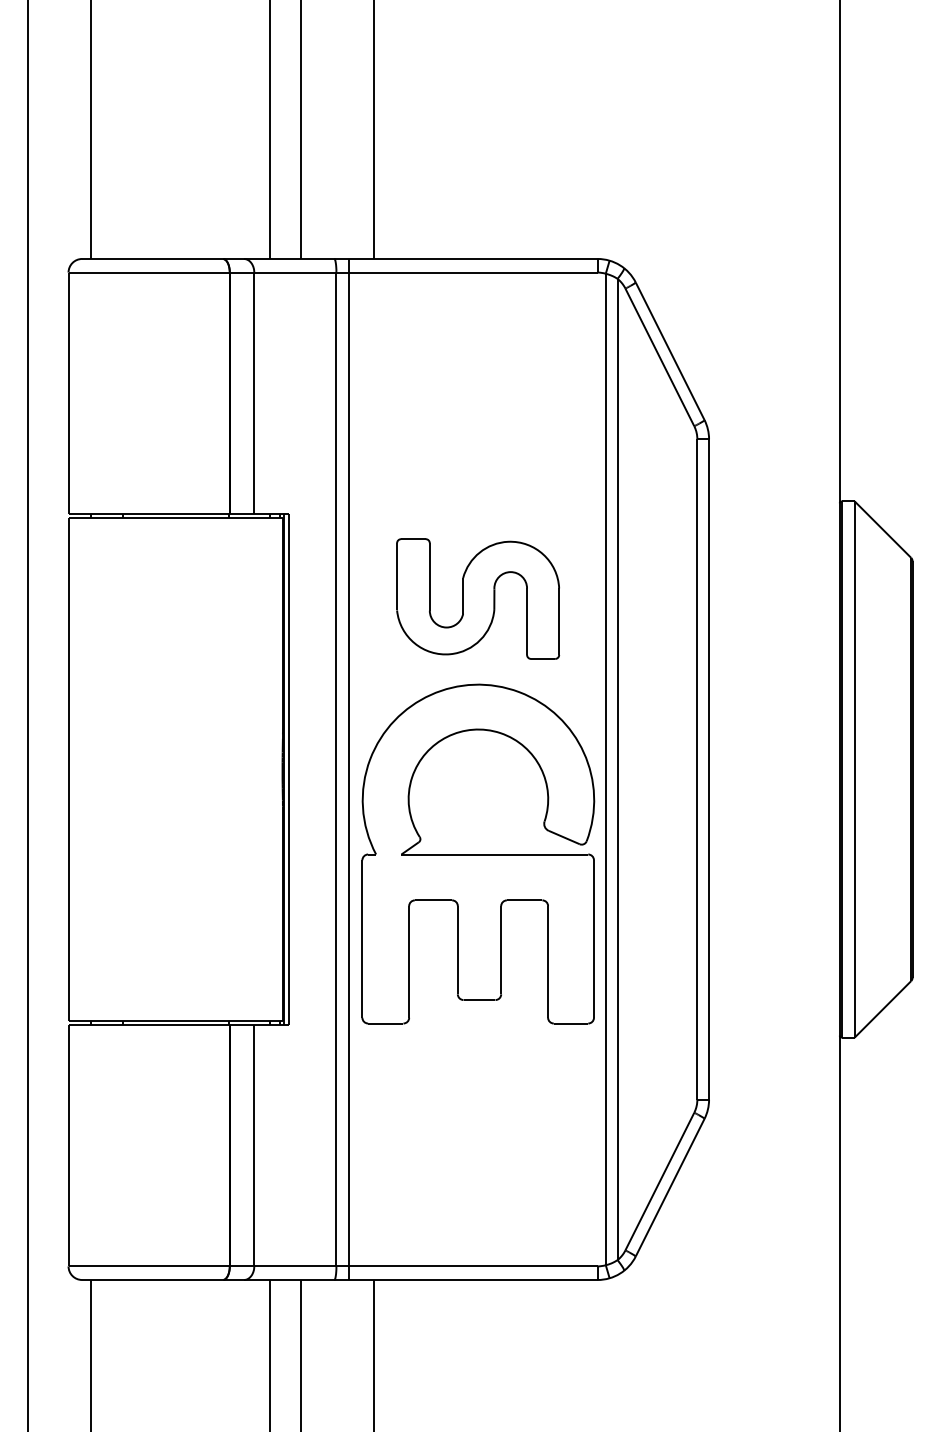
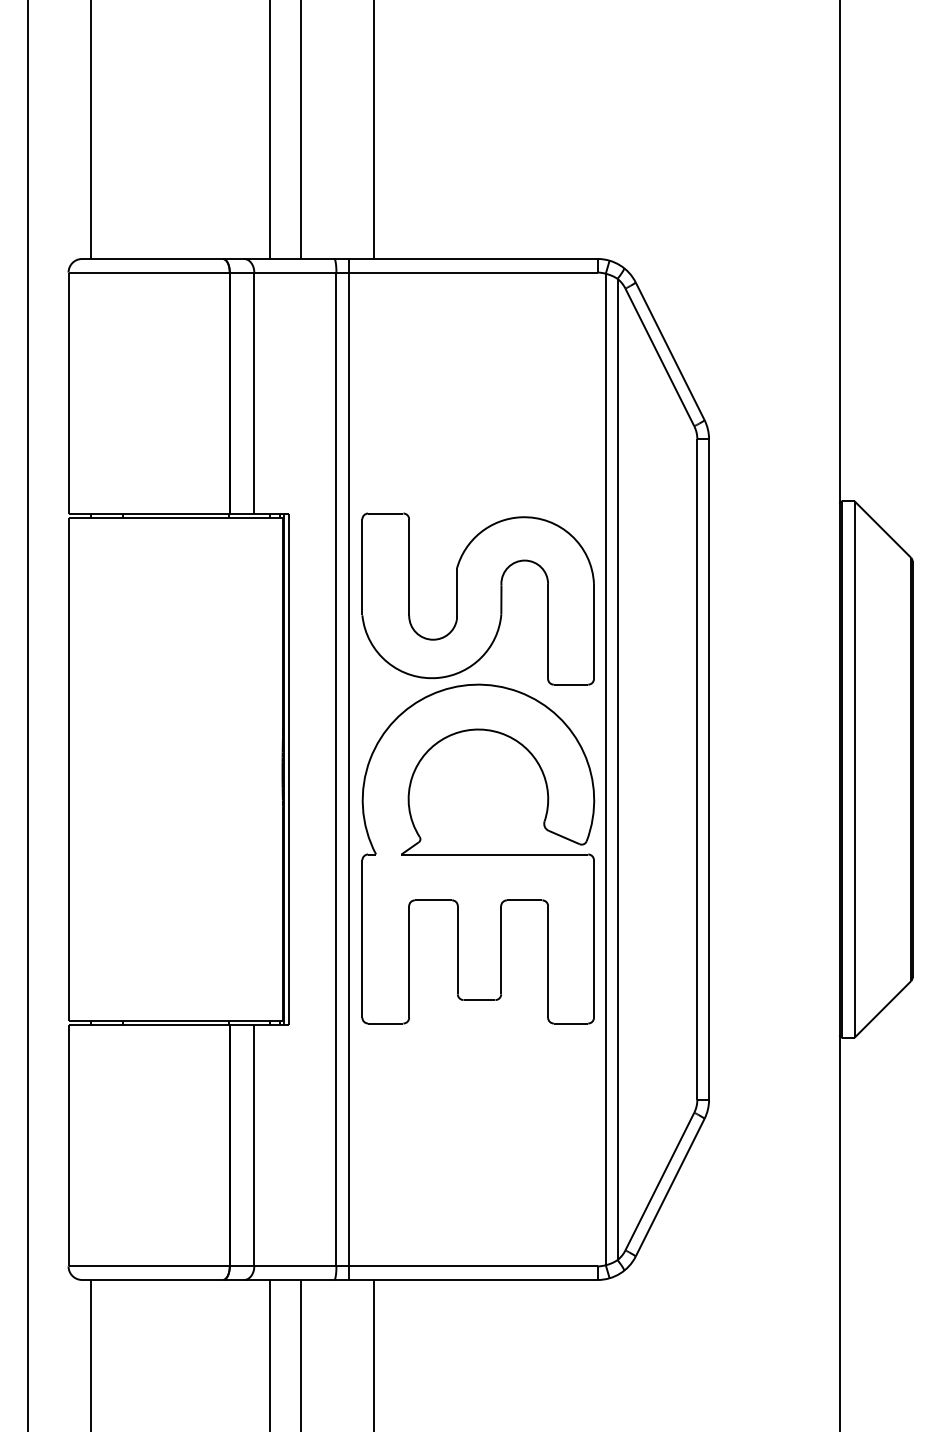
part at (477, 598) size: 164x122 px -> 234x174 px
